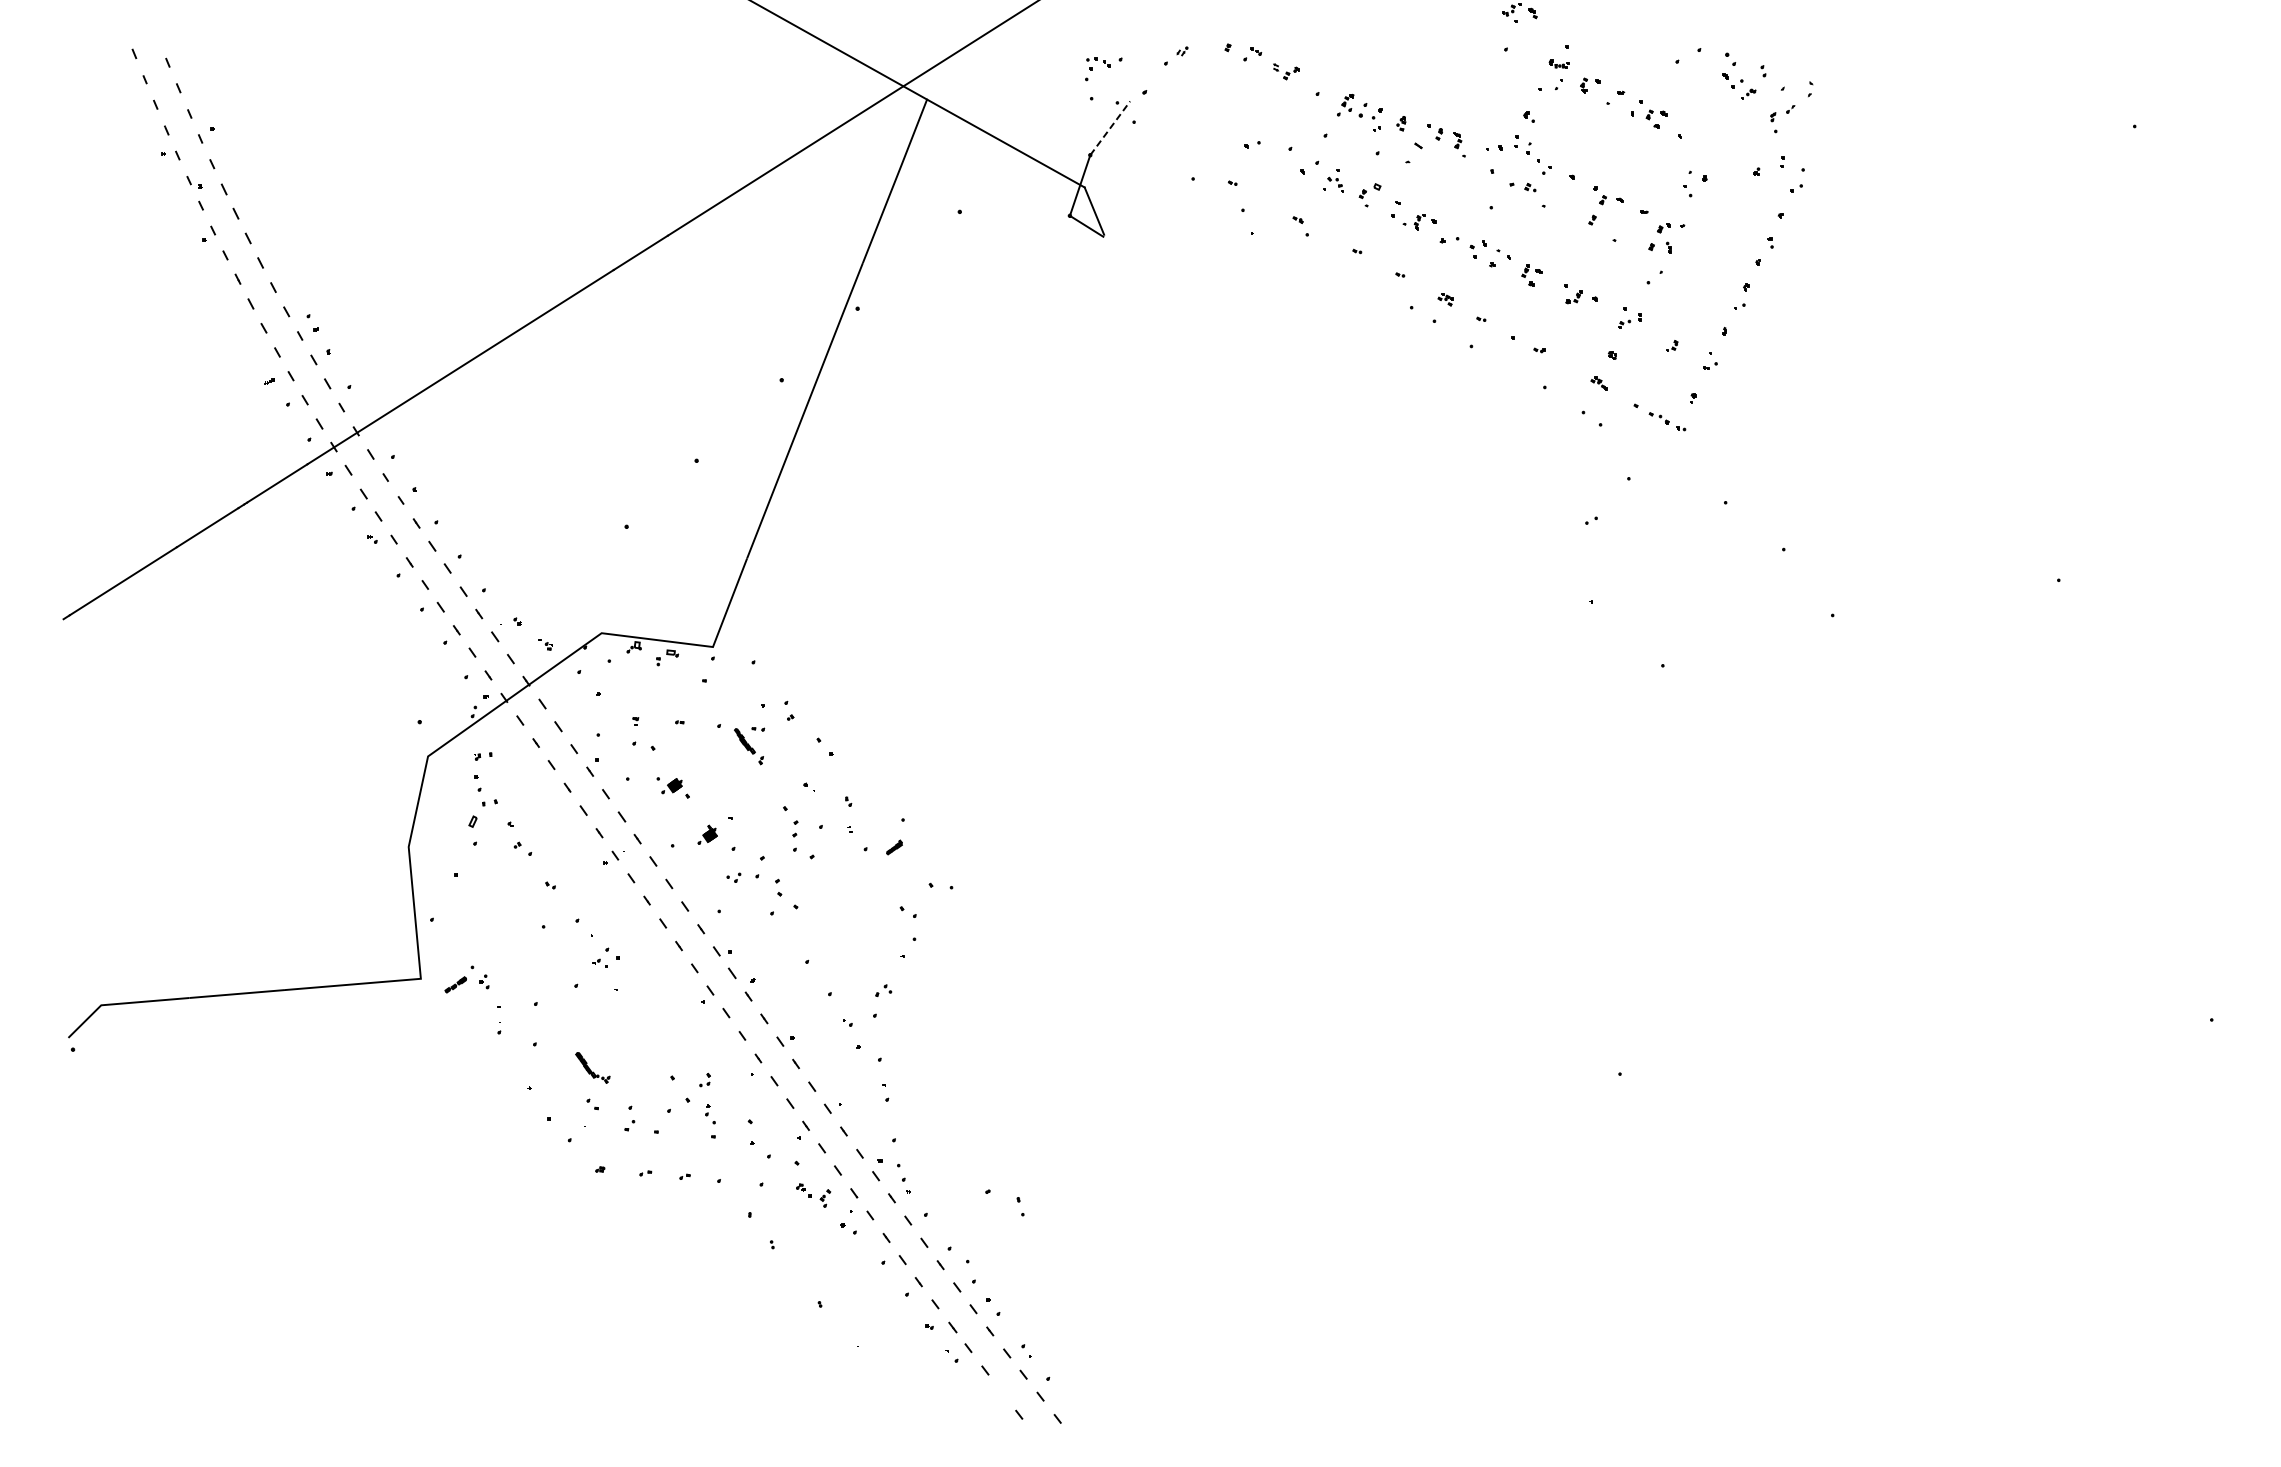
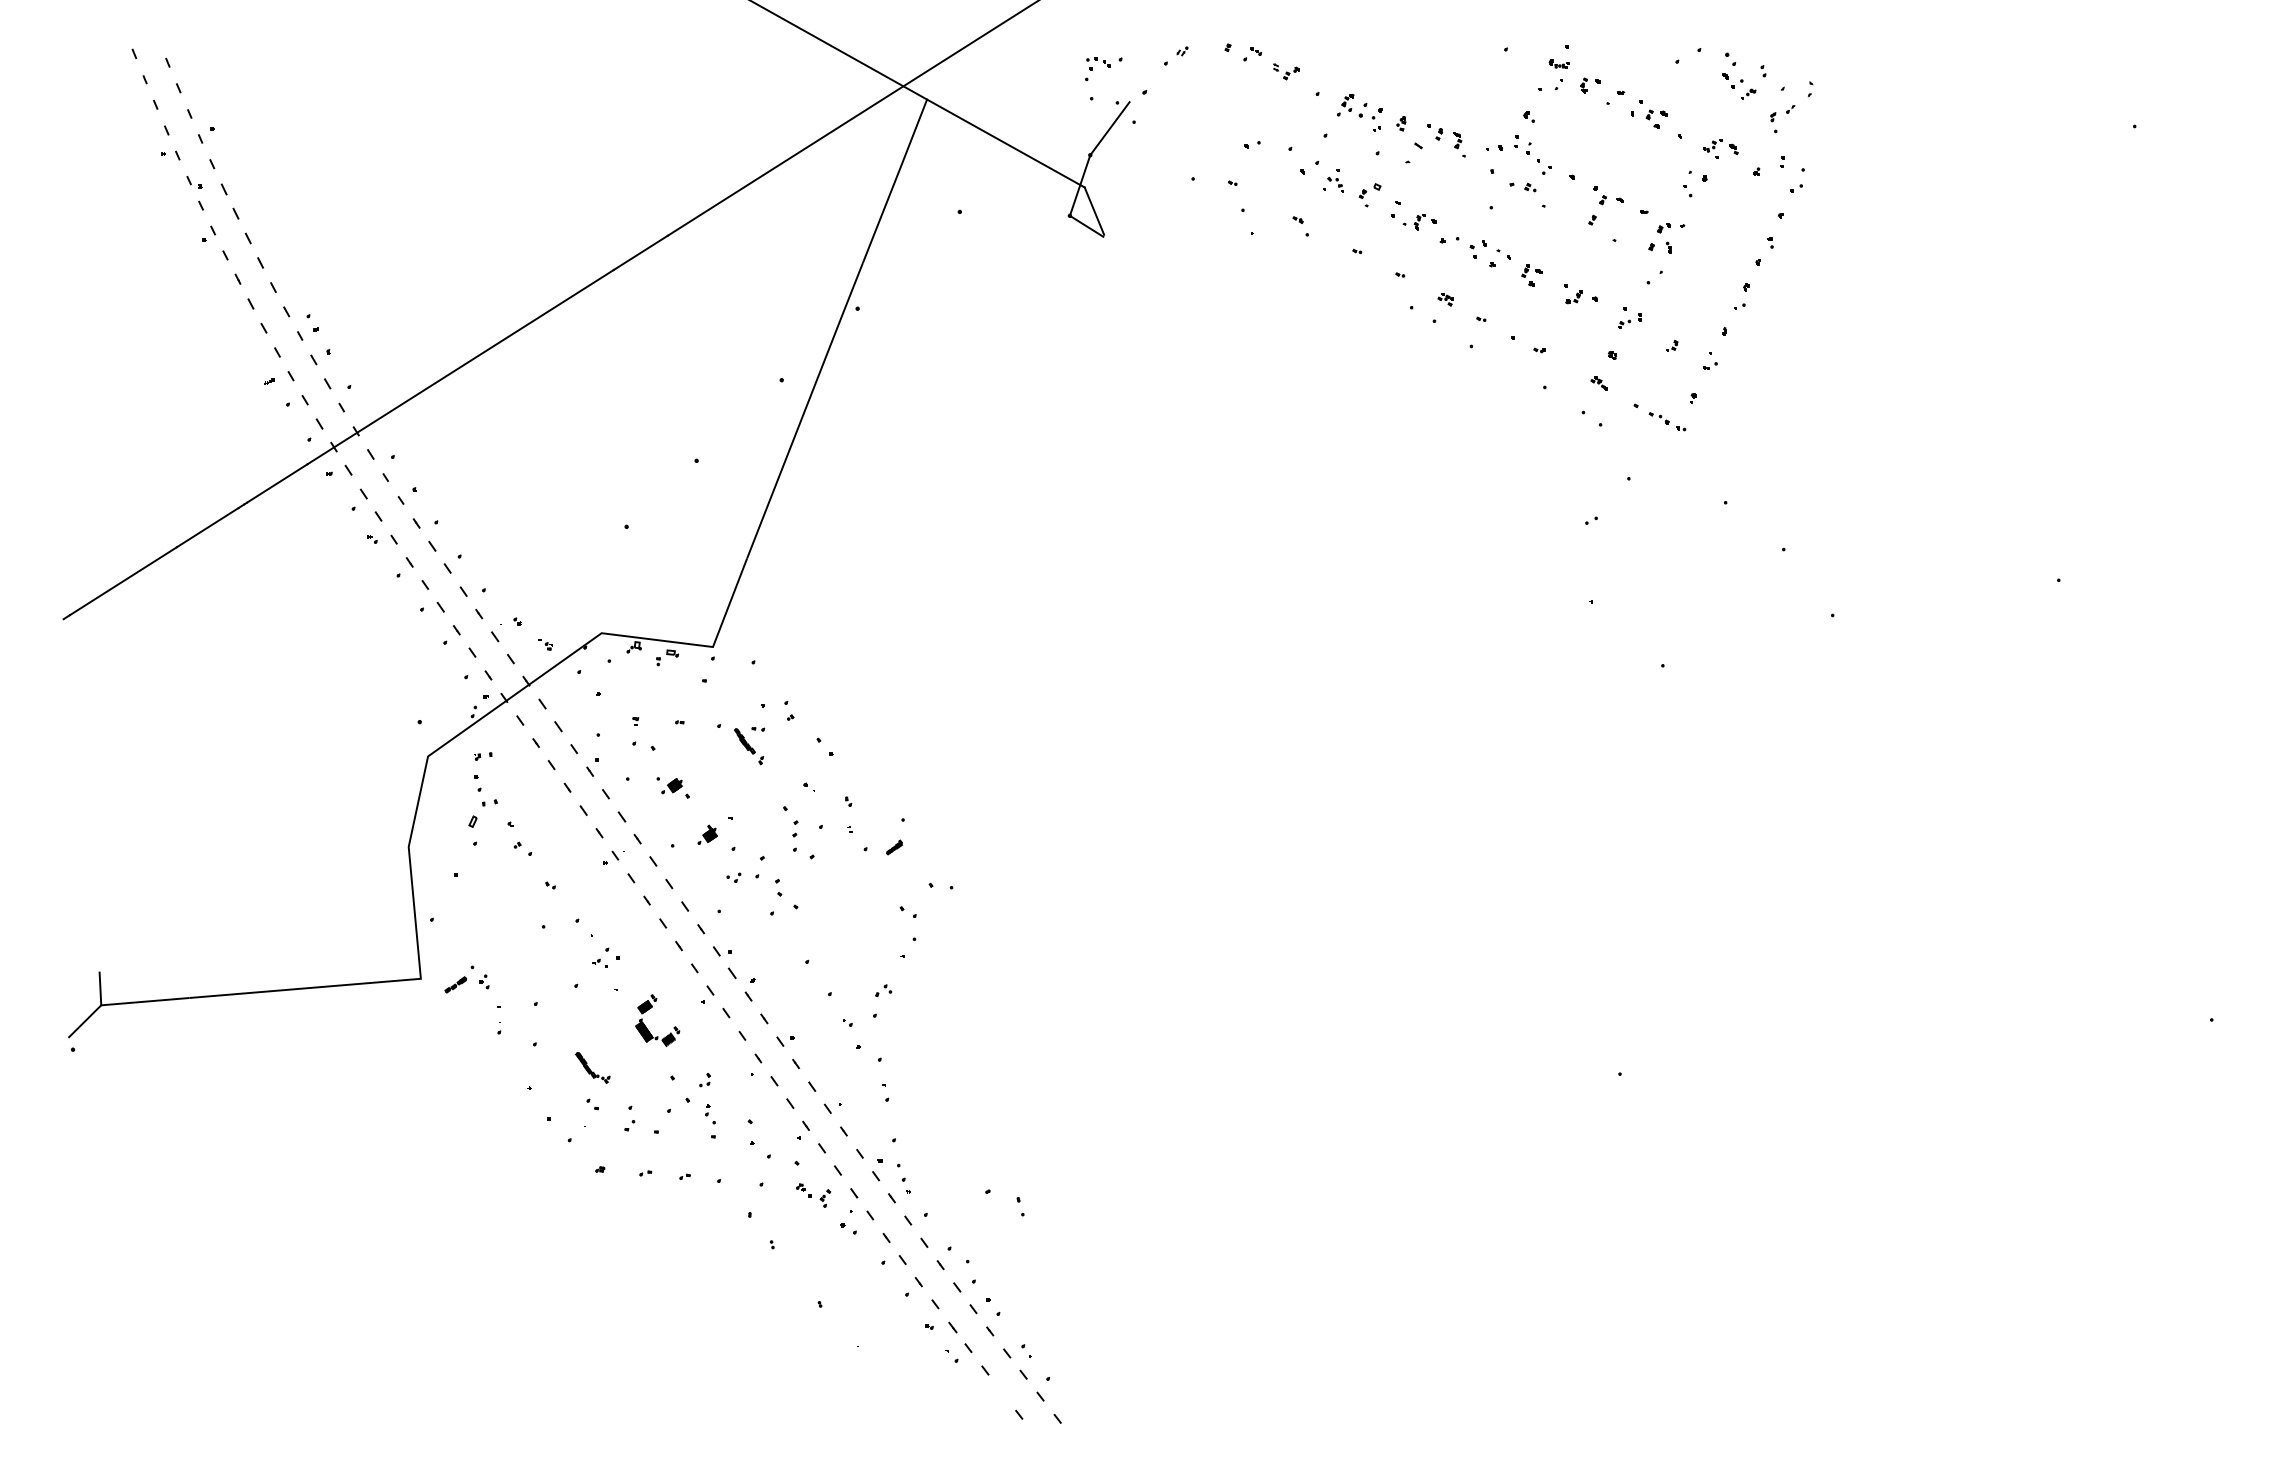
part at (1519, 12) position: (1519, 12) -> (1720, 148)
line at (1110, 127): dashed -> solid
line at (100, 988): none -> present
part at (646, 1026): none -> present
